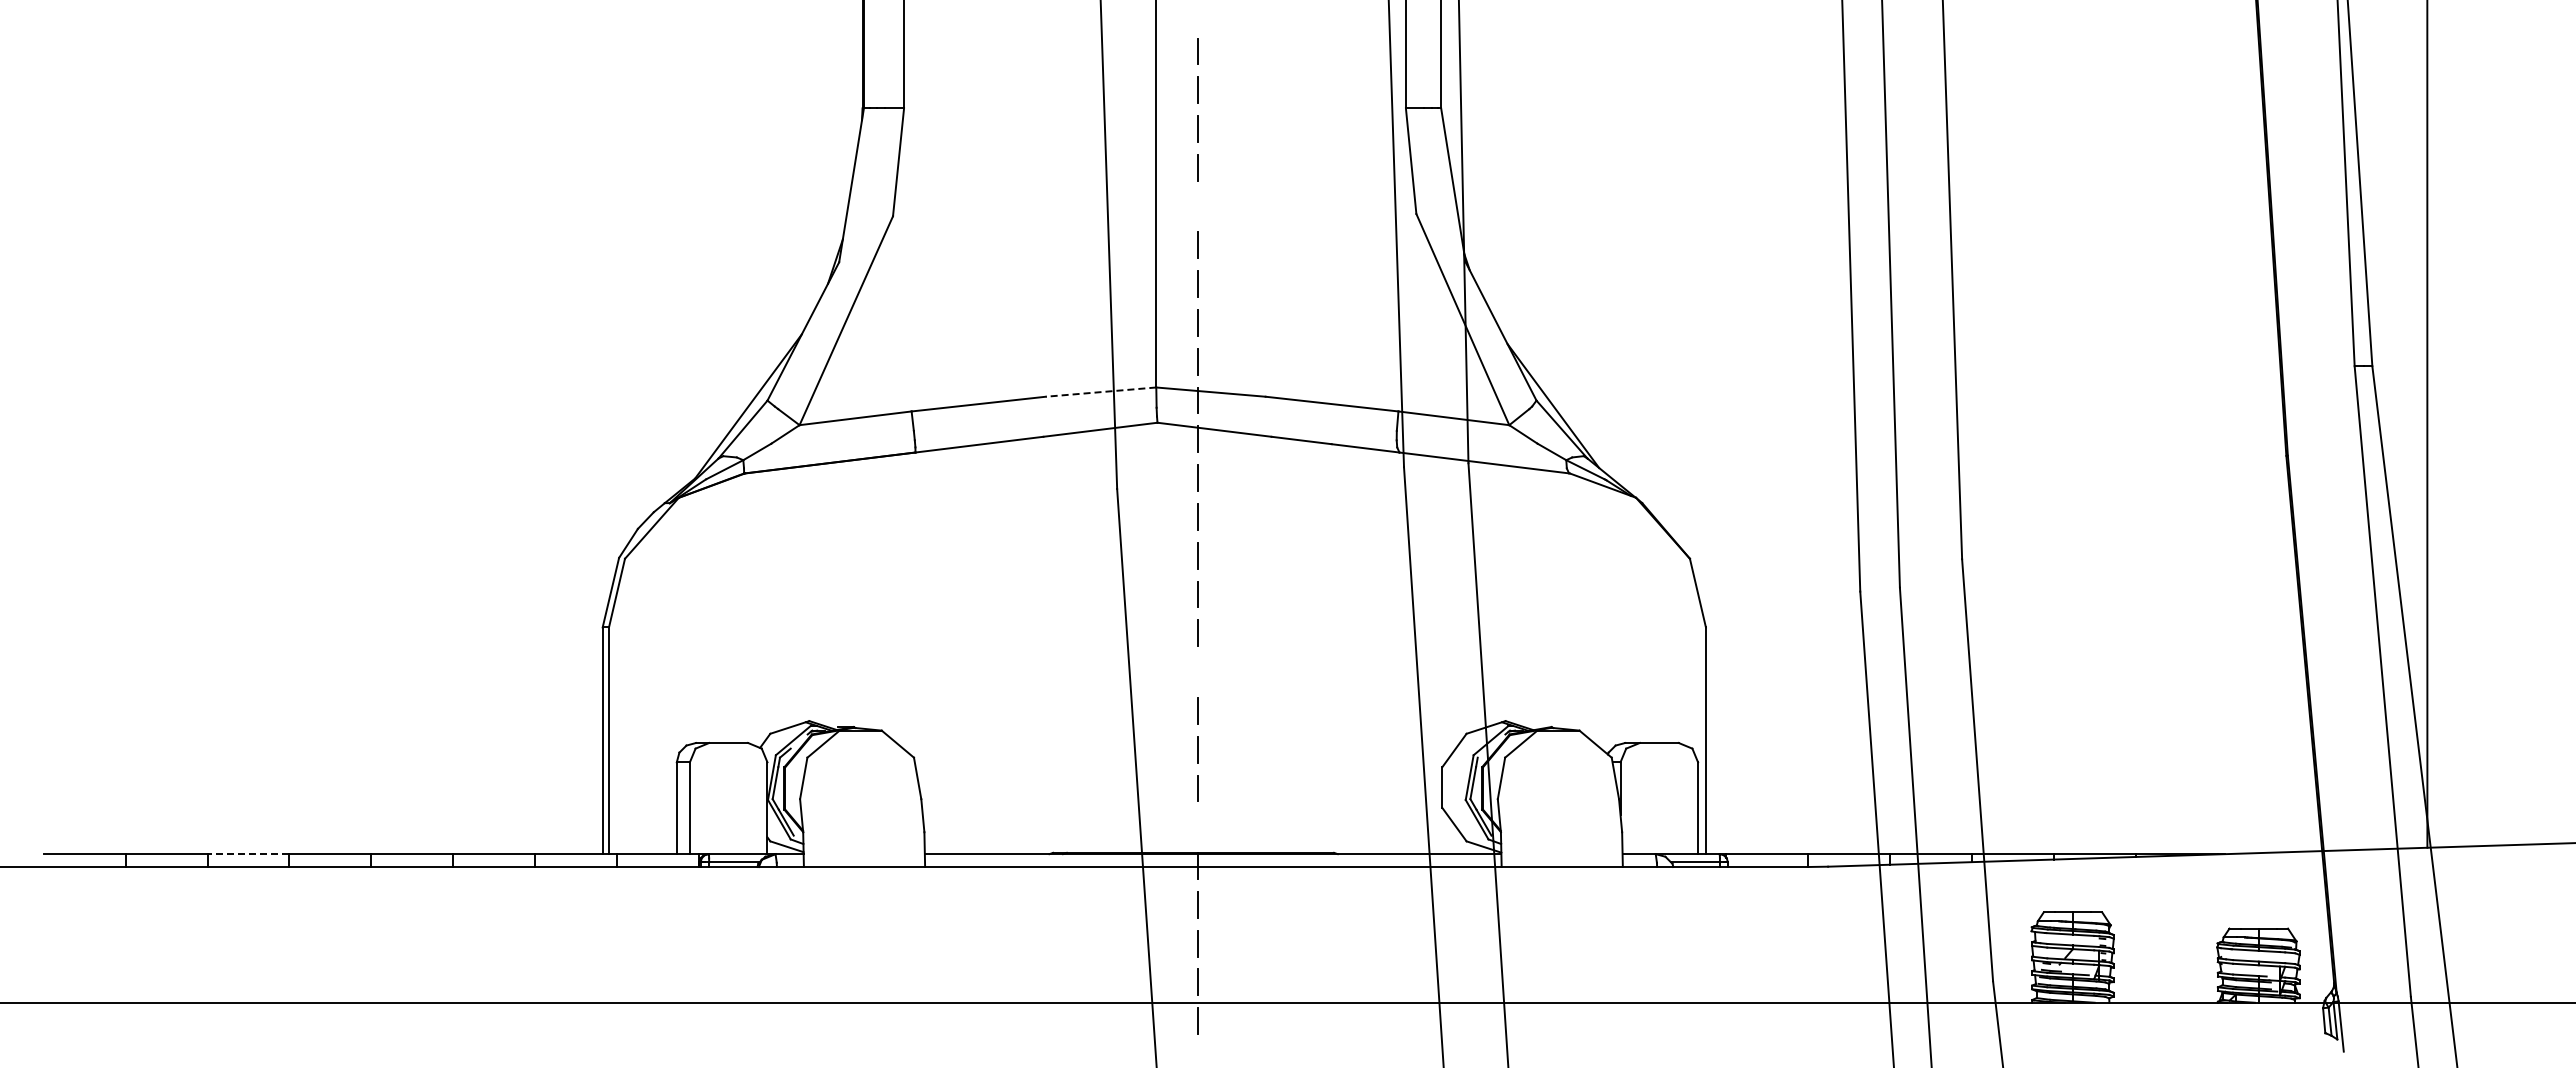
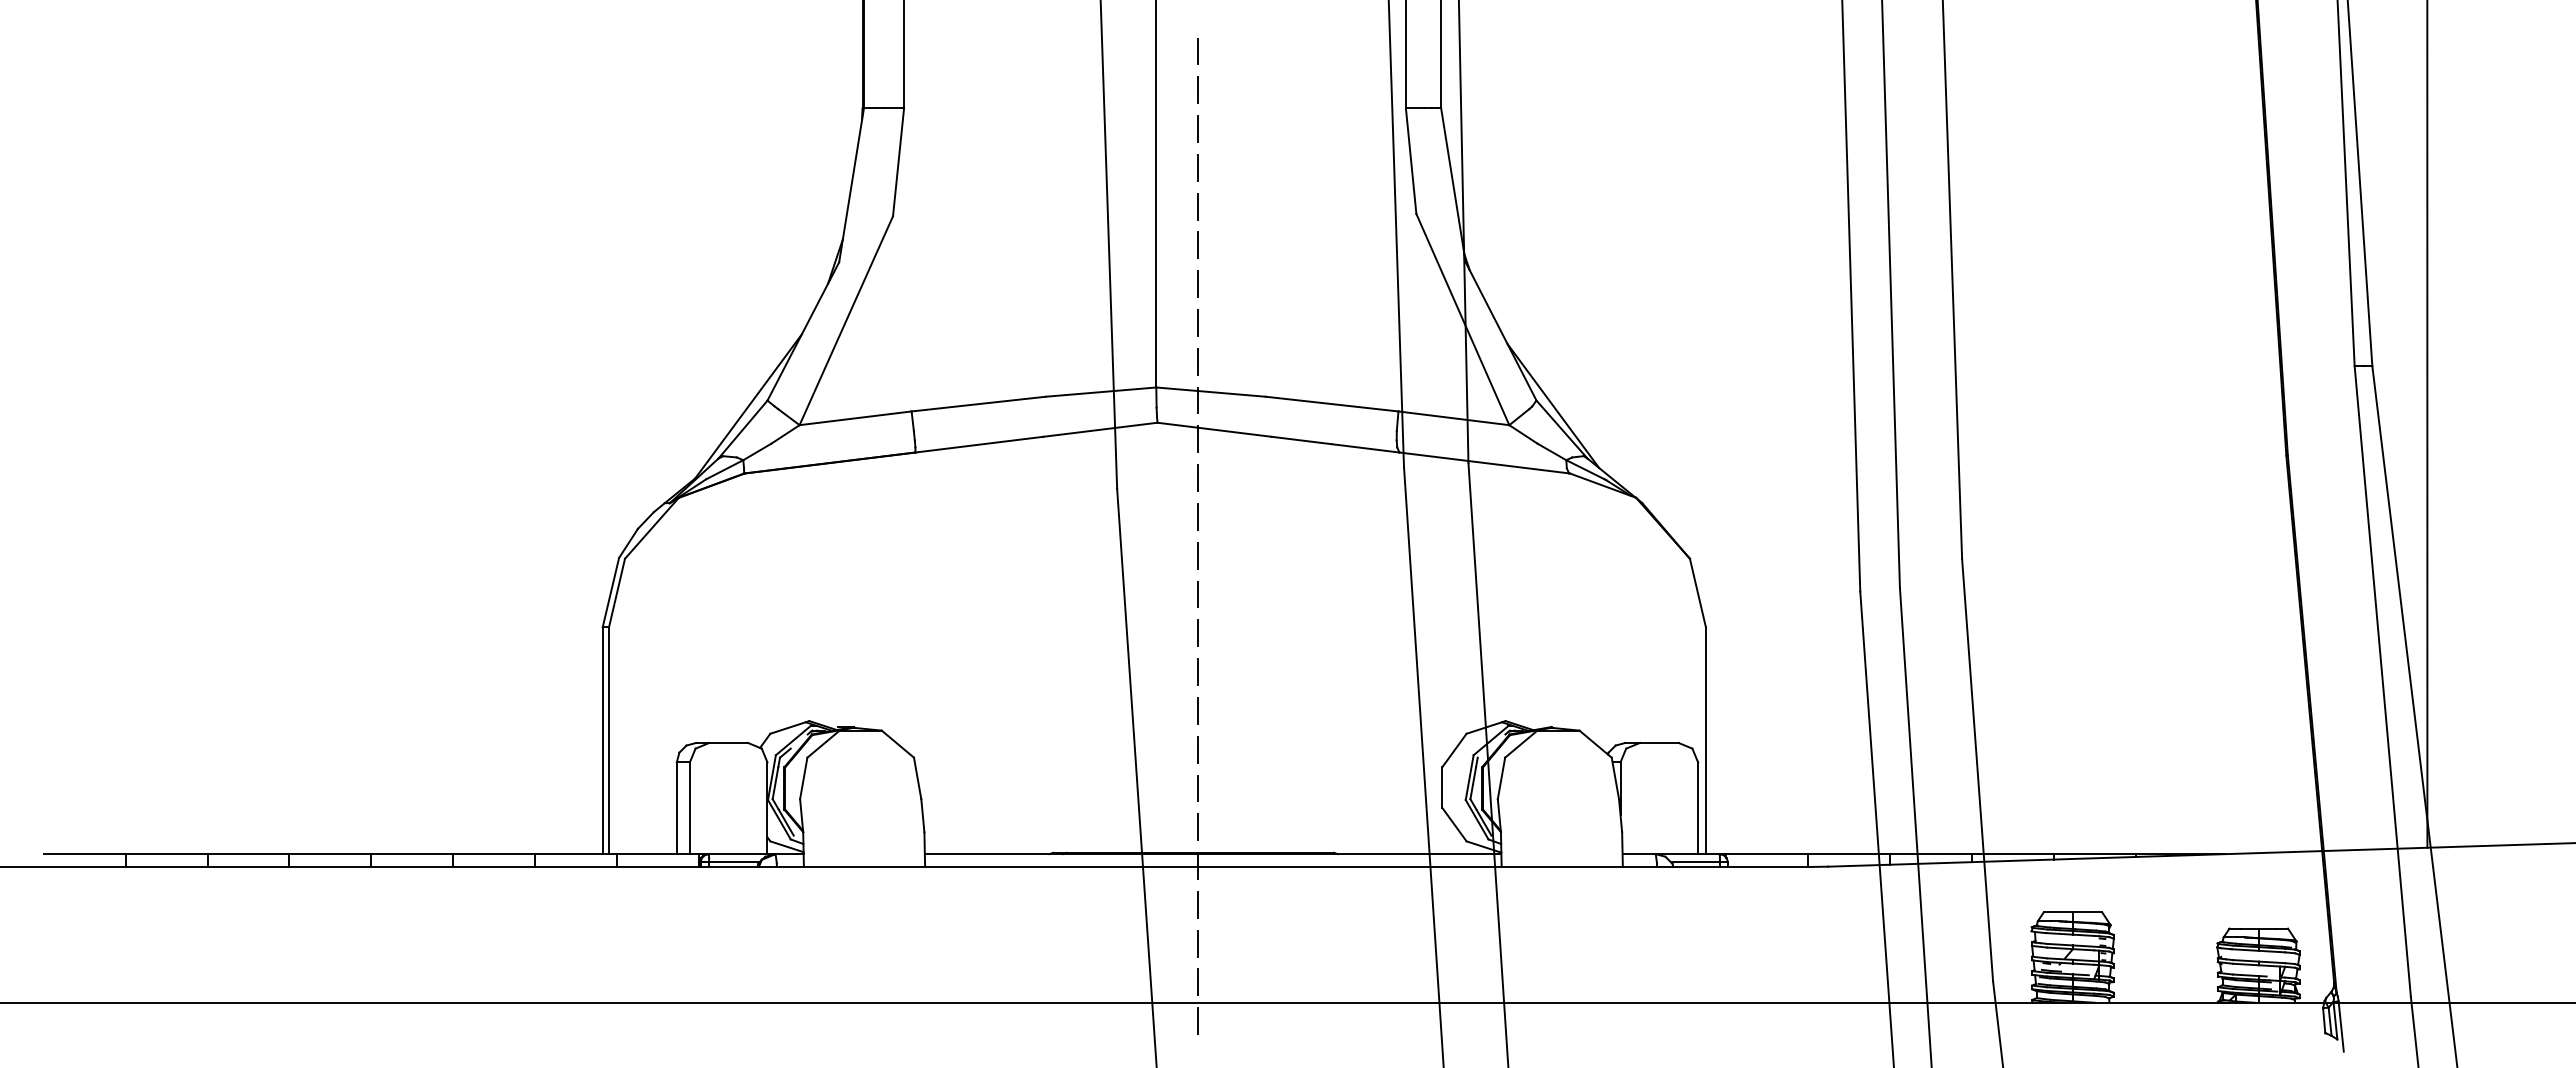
line at (1197, 206): none -> present
line at (1100, 392): dashed -> solid
line at (1197, 672): none -> present
line at (1197, 827): none -> present
line at (248, 854): dashed -> solid
